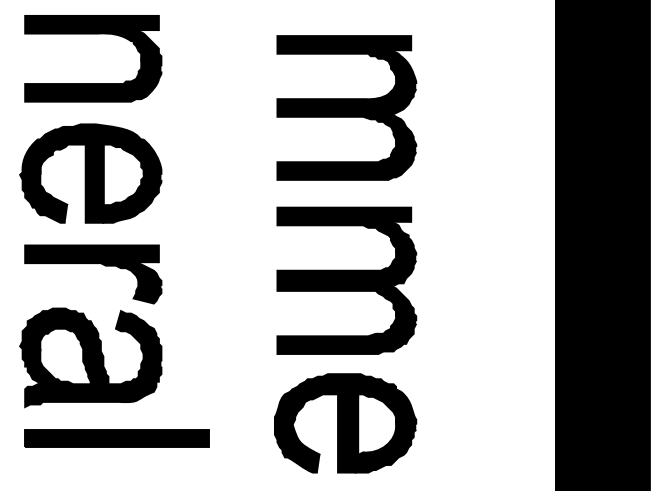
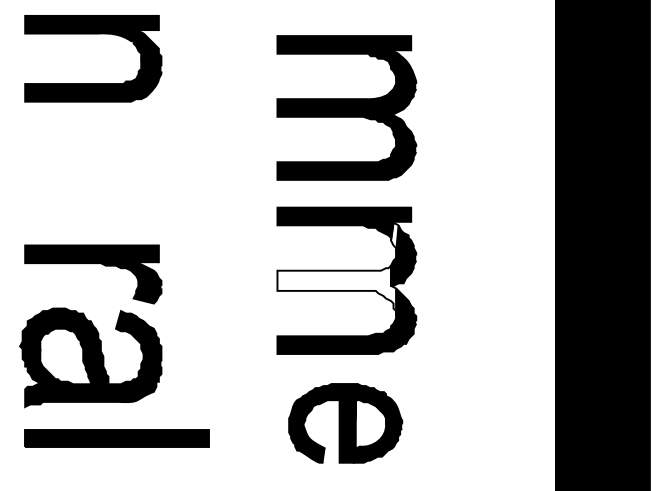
part at (90, 173): present -> none
fill at (394, 237): present -> none
fill at (336, 290): present -> none
part at (345, 423) size: 144x101 px -> 116x81 px
